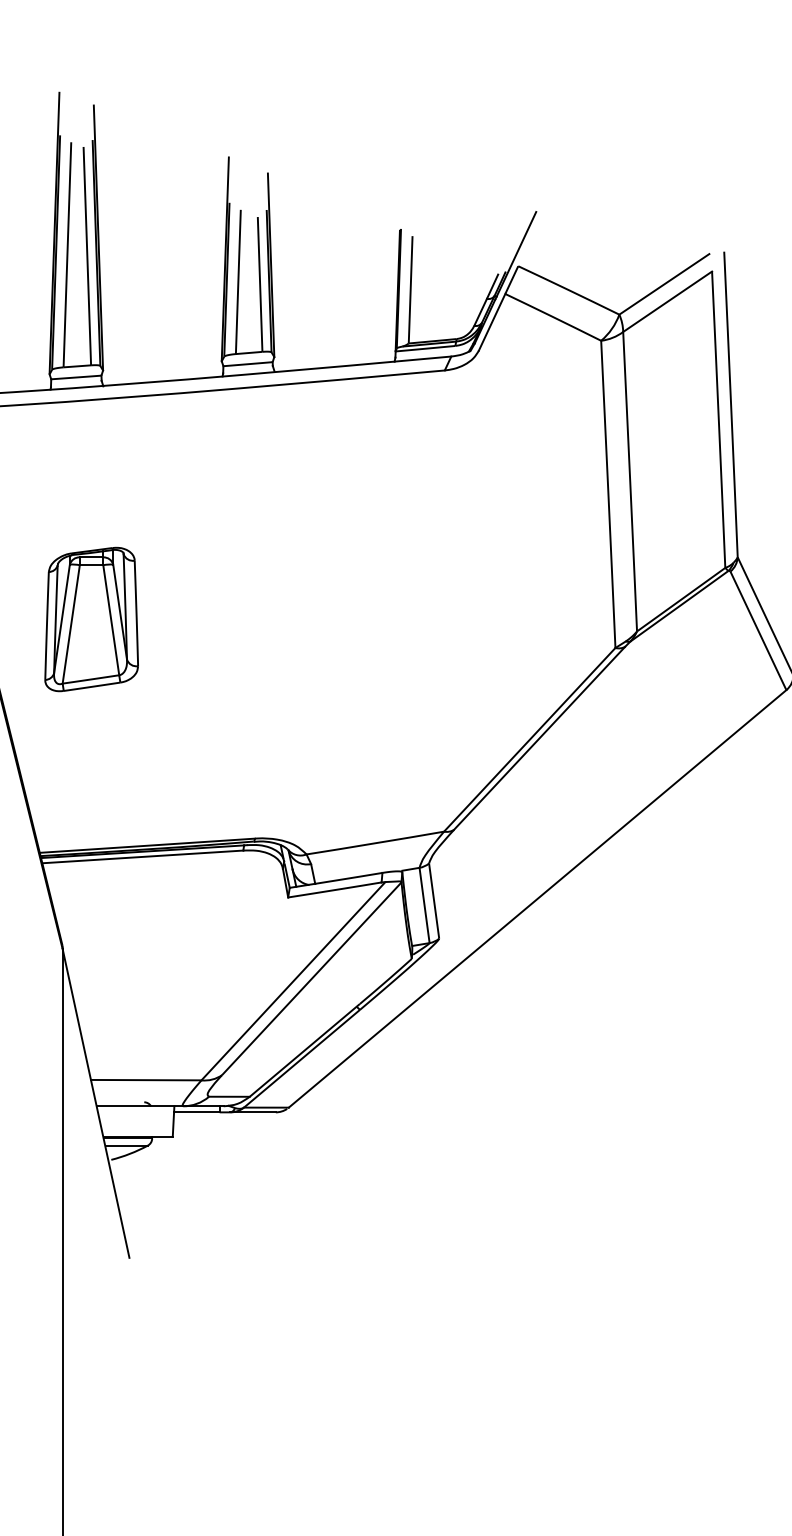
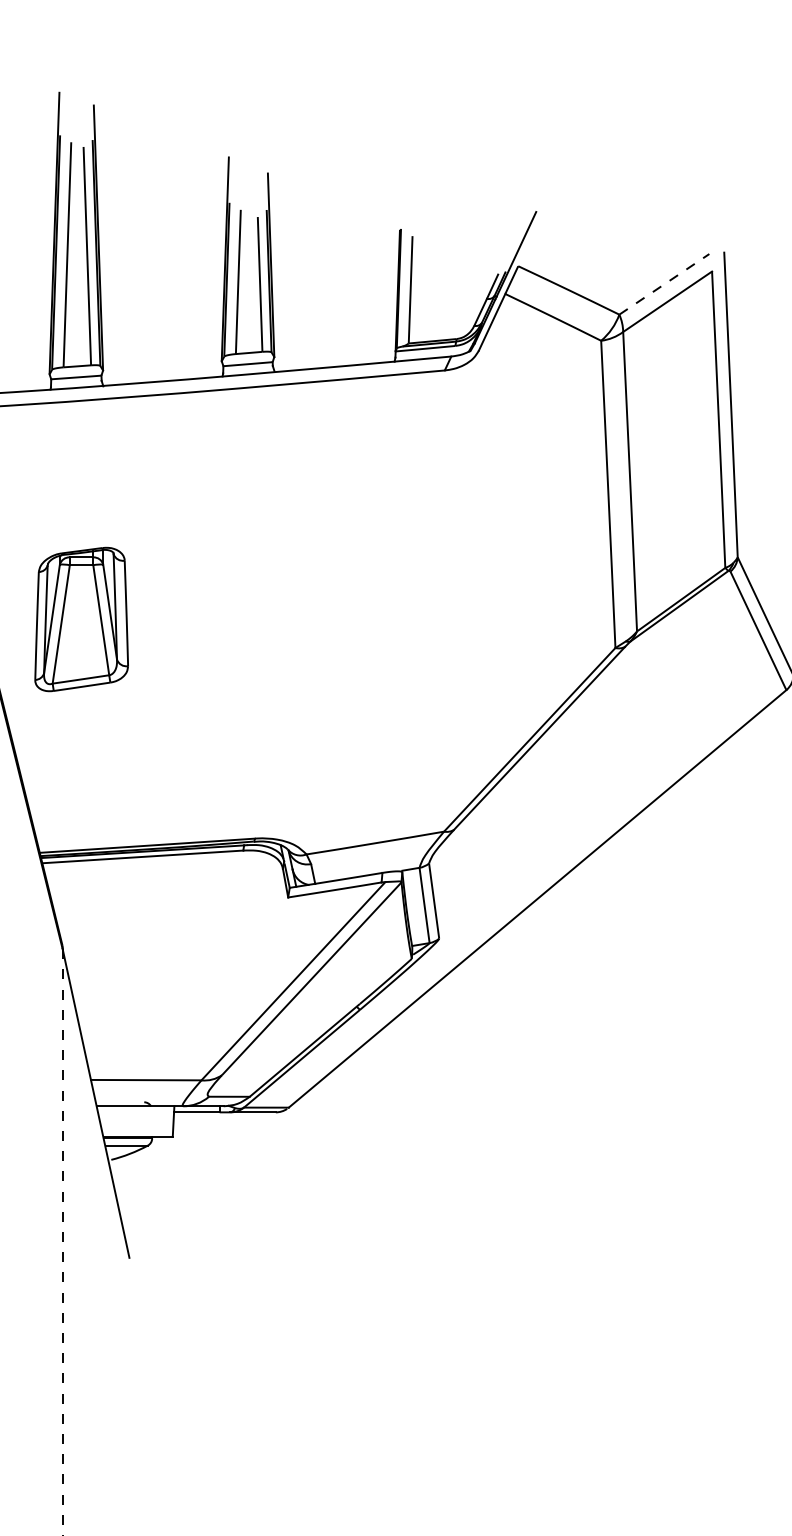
line at (664, 284): solid -> dashed
part at (91, 619) position: (91, 619) -> (81, 619)
line at (62, 1242): solid -> dashed
